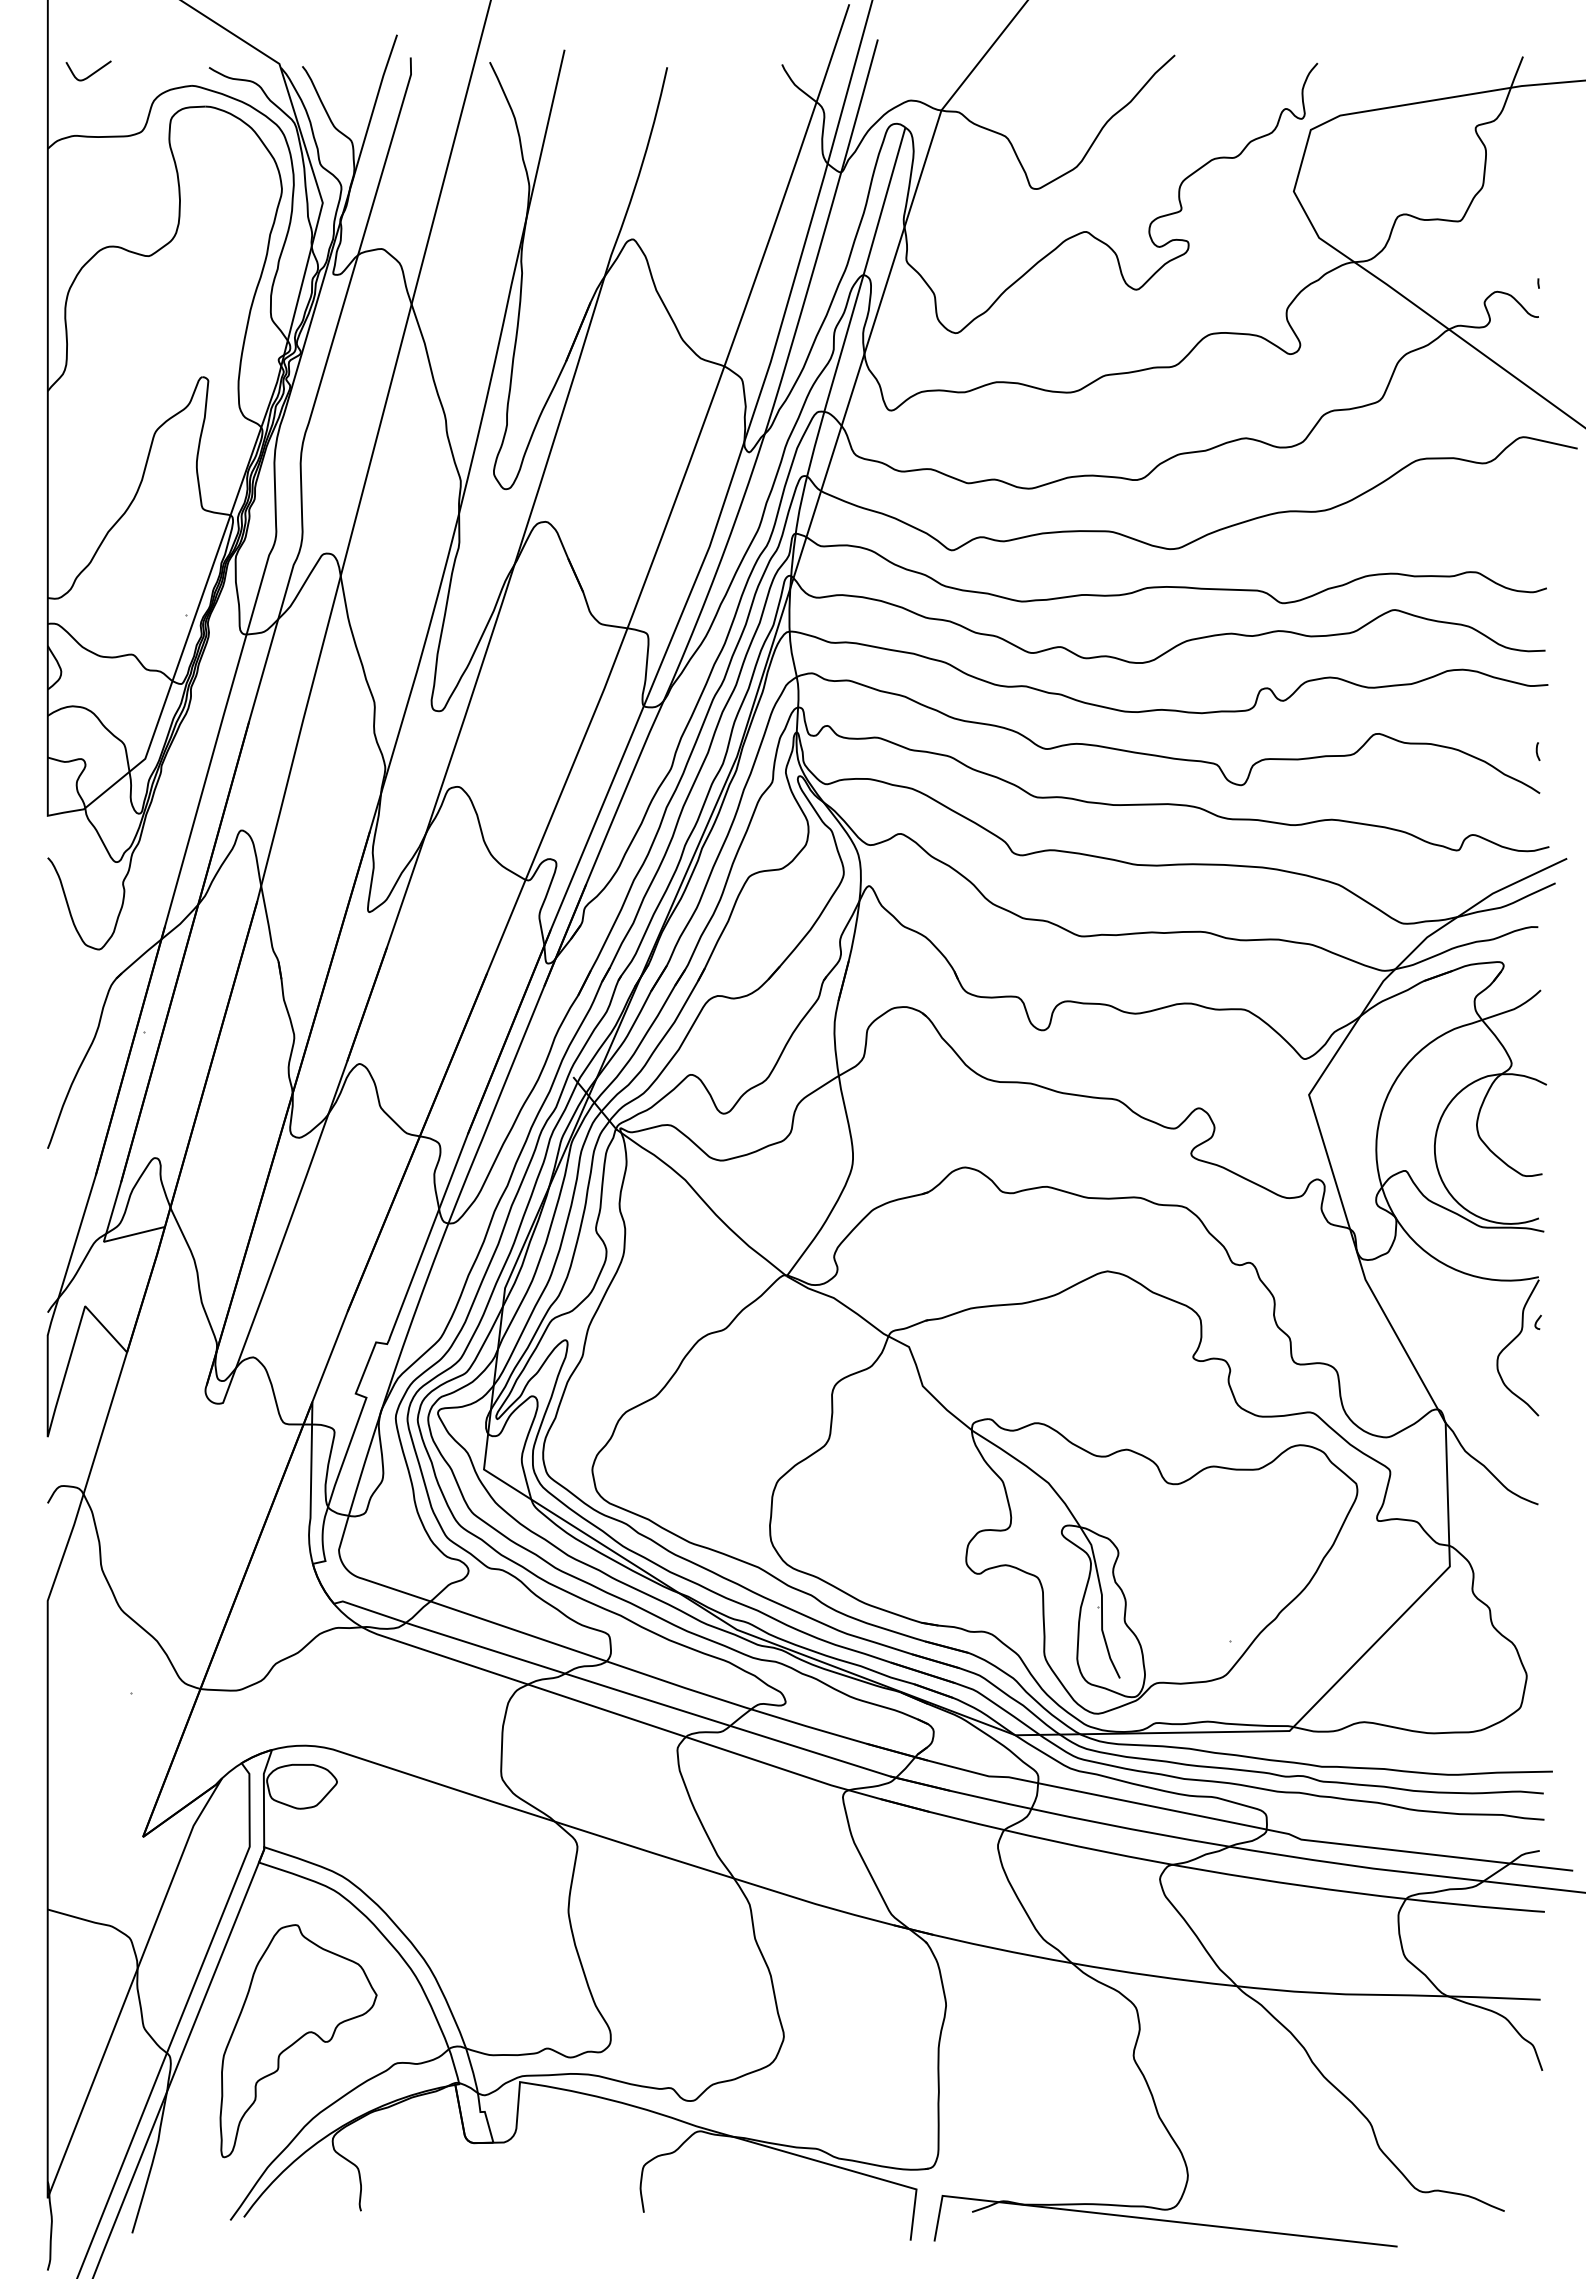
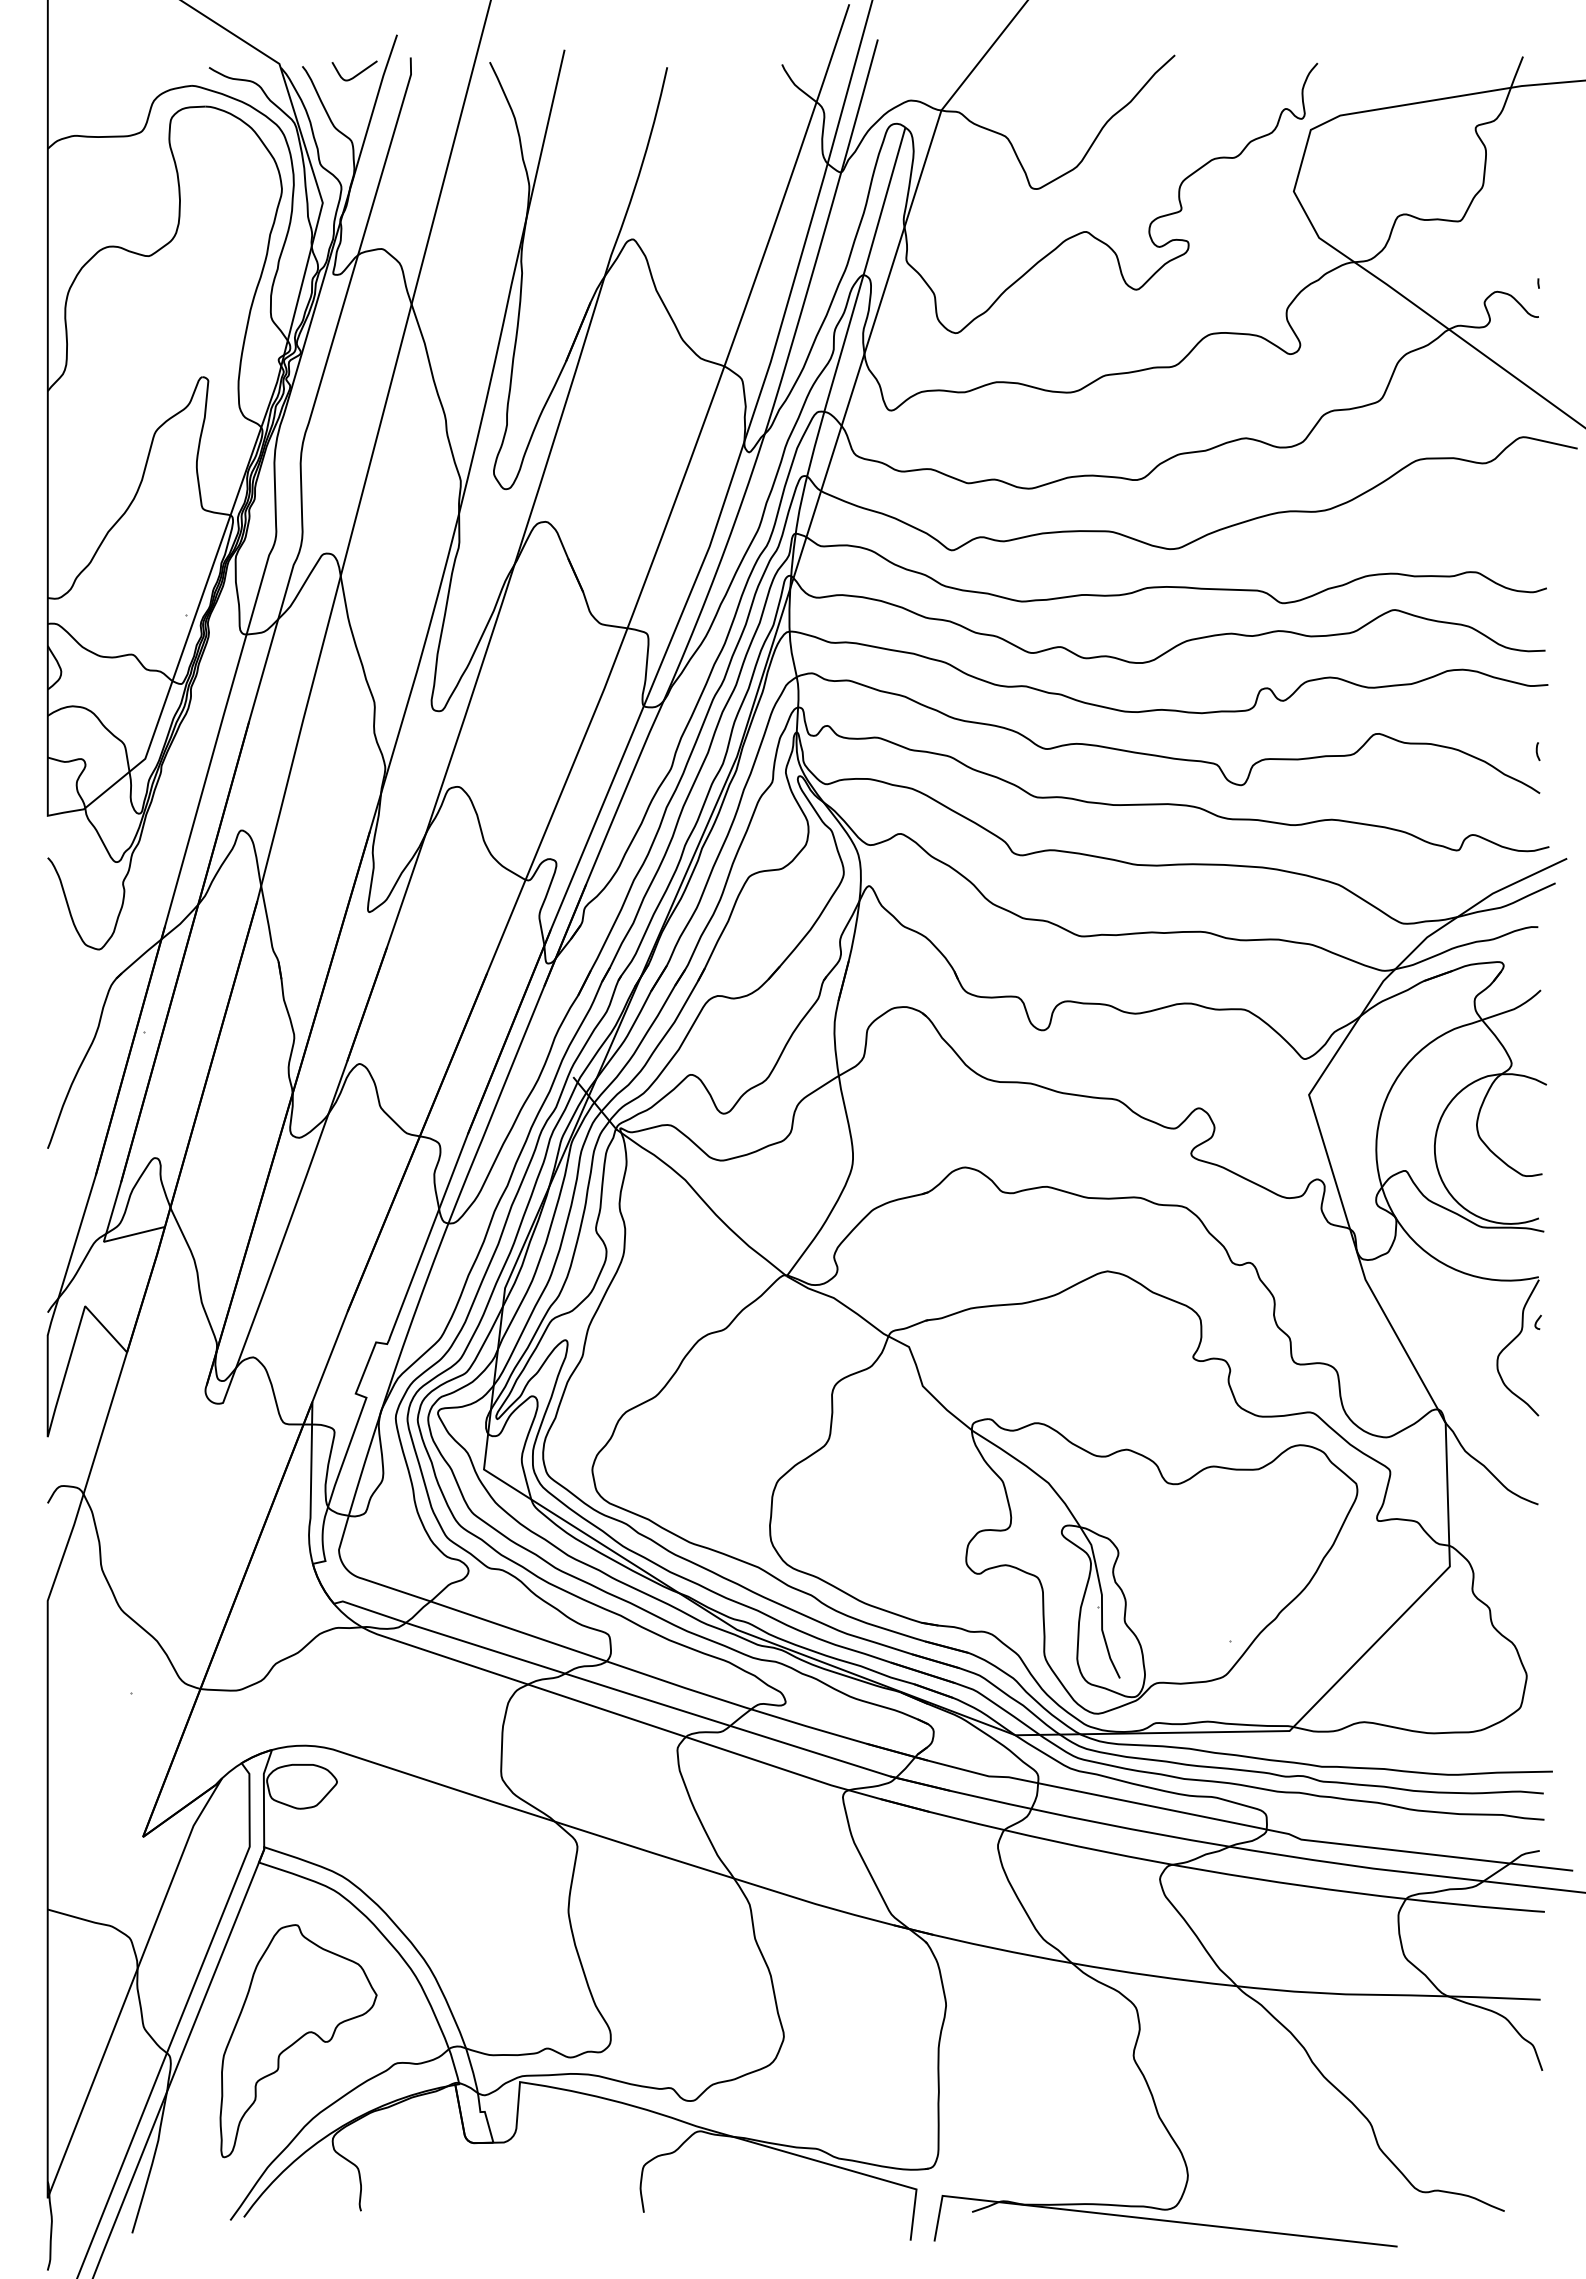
curve at (91, 73) position: (91, 73) -> (357, 73)
